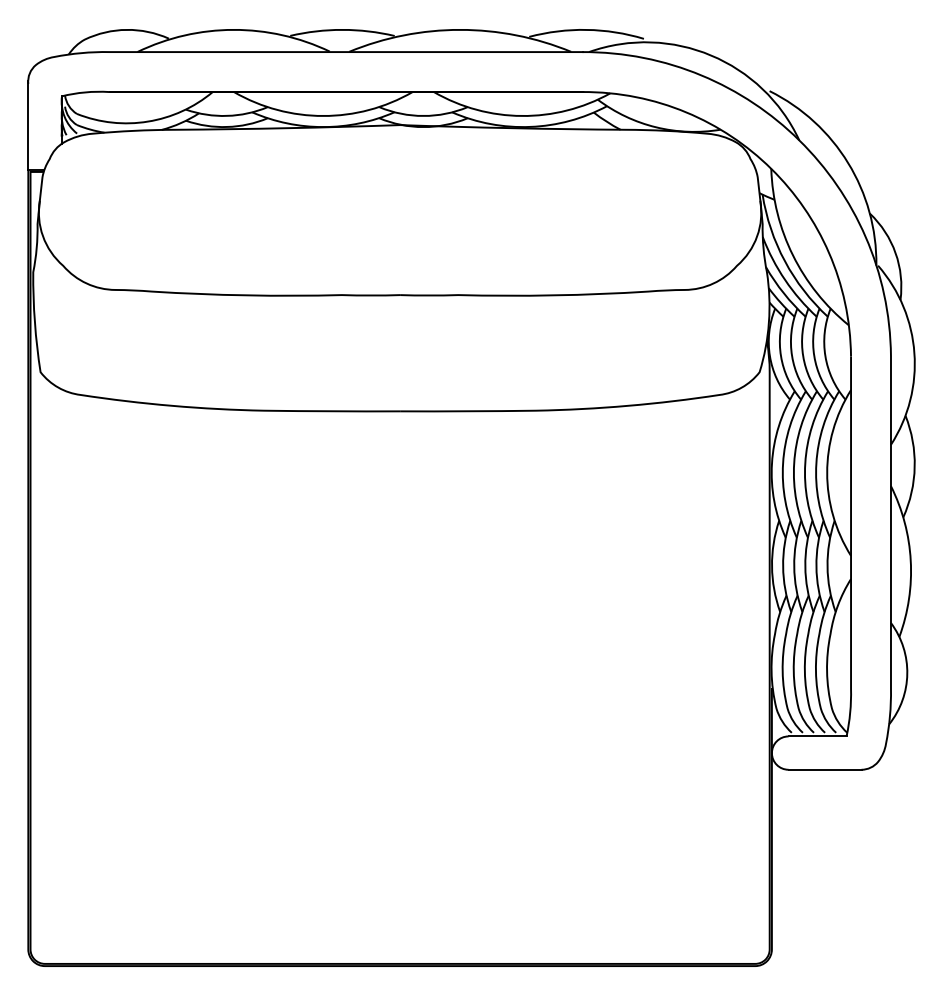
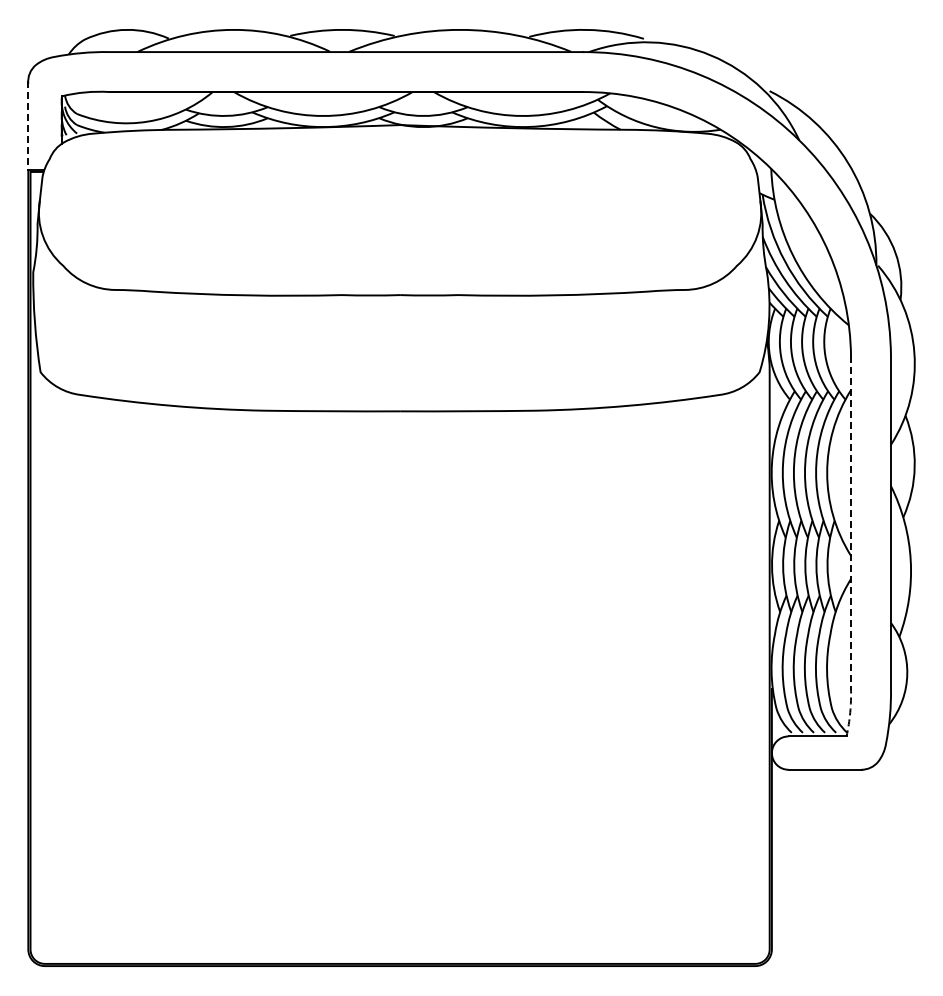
line at (28, 126): solid -> dashed
line at (851, 549): solid -> dashed
